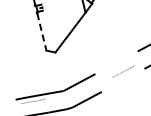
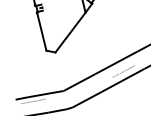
line at (41, 32): dashed -> solid
line at (116, 62): none -> present
line at (122, 79): none -> present
